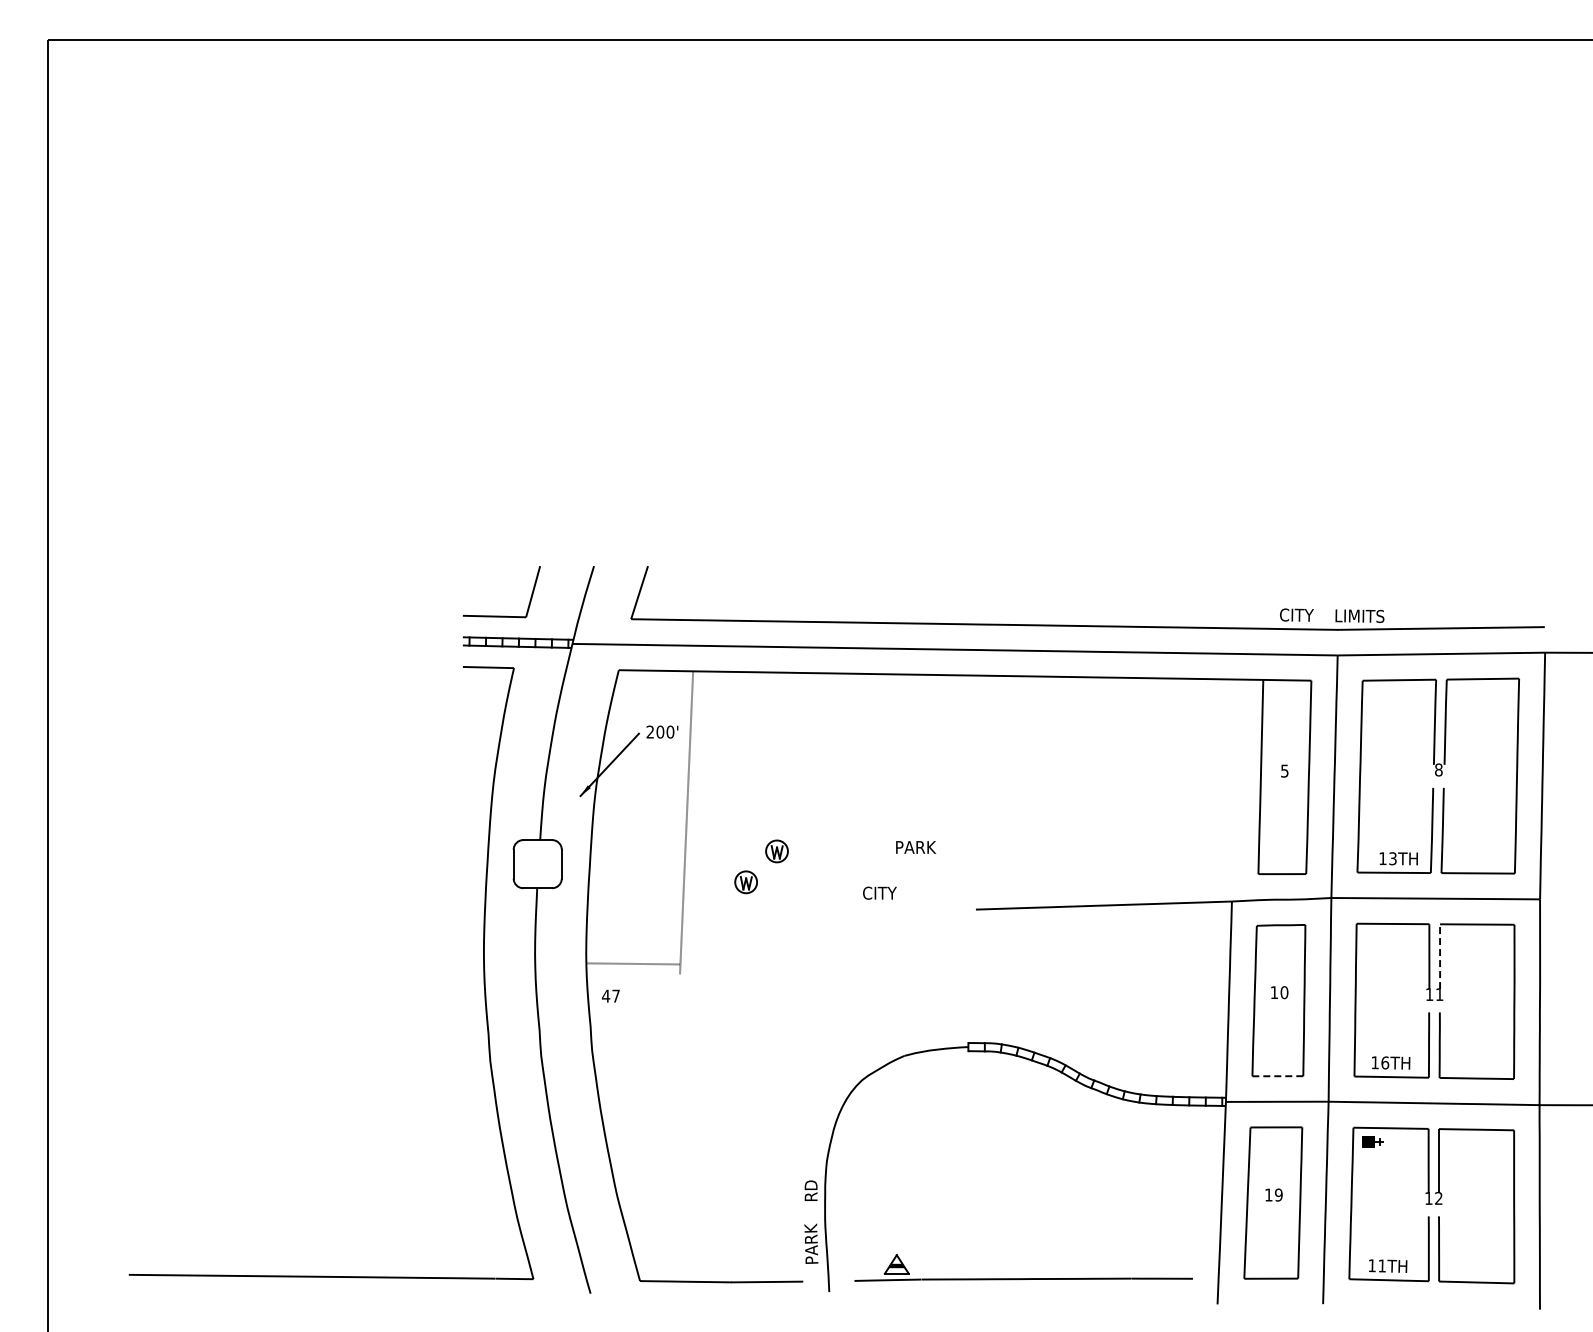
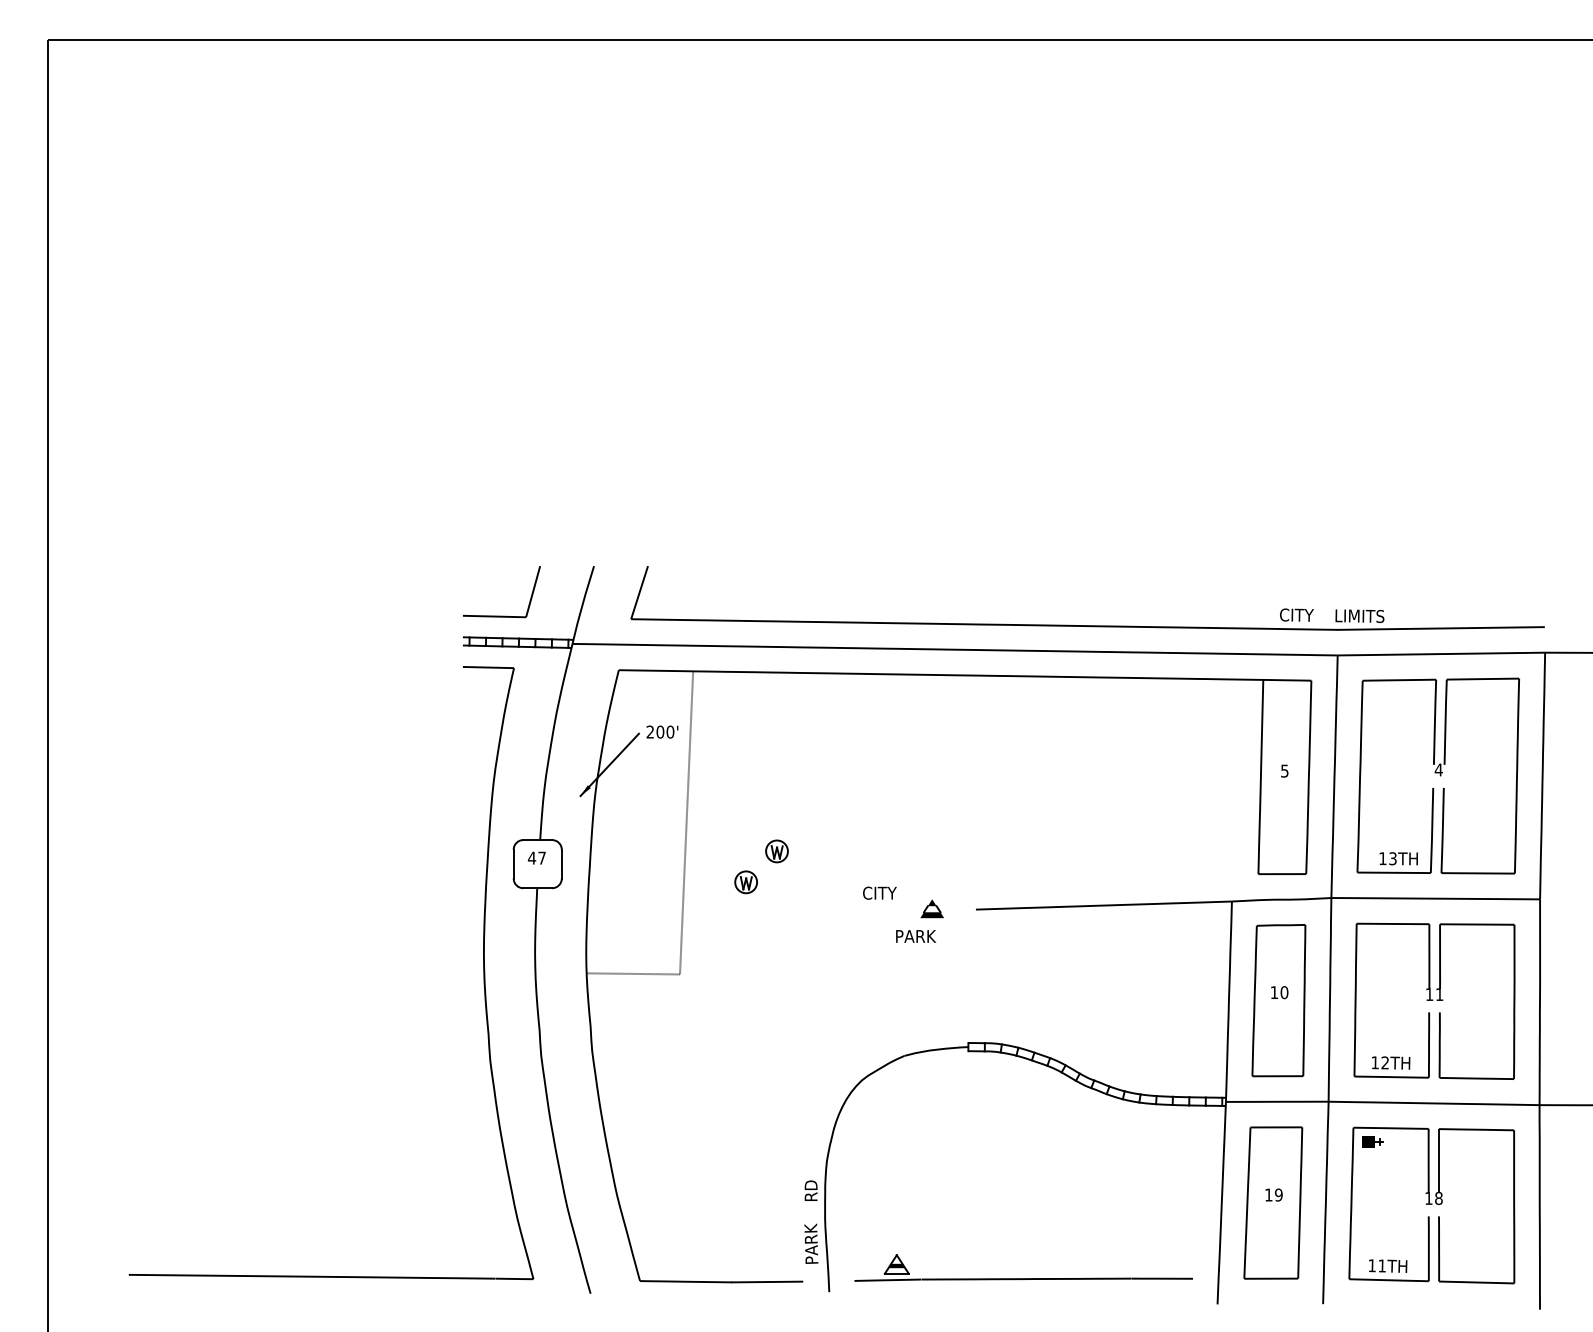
text at (1438, 769): 8 -> 4
text at (916, 847) position: (916, 847) -> (916, 936)
part at (931, 908): none -> present
line at (1440, 957): dashed -> solid
line at (633, 963) position: (633, 963) -> (633, 973)
text at (610, 995) position: (610, 995) -> (536, 857)
text at (1385, 1062): 16TH -> 12TH
line at (1277, 1076): dashed -> solid
text at (1438, 1198): 12 -> 18
